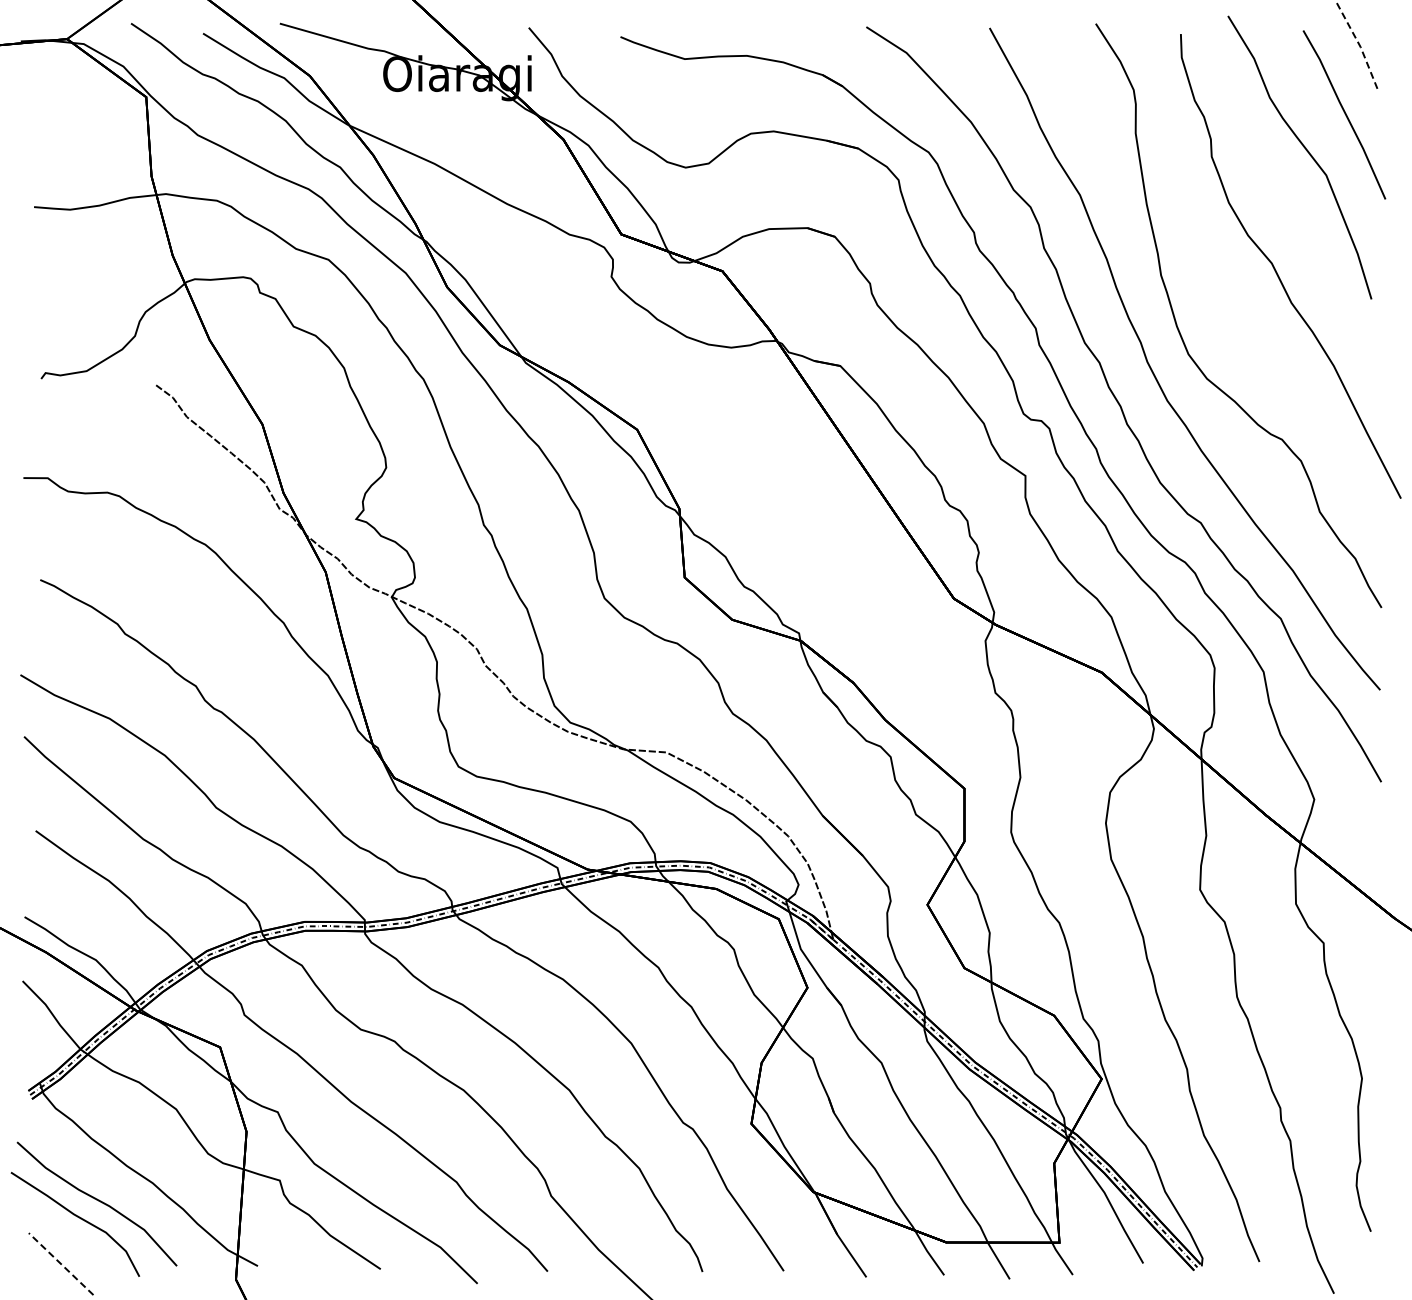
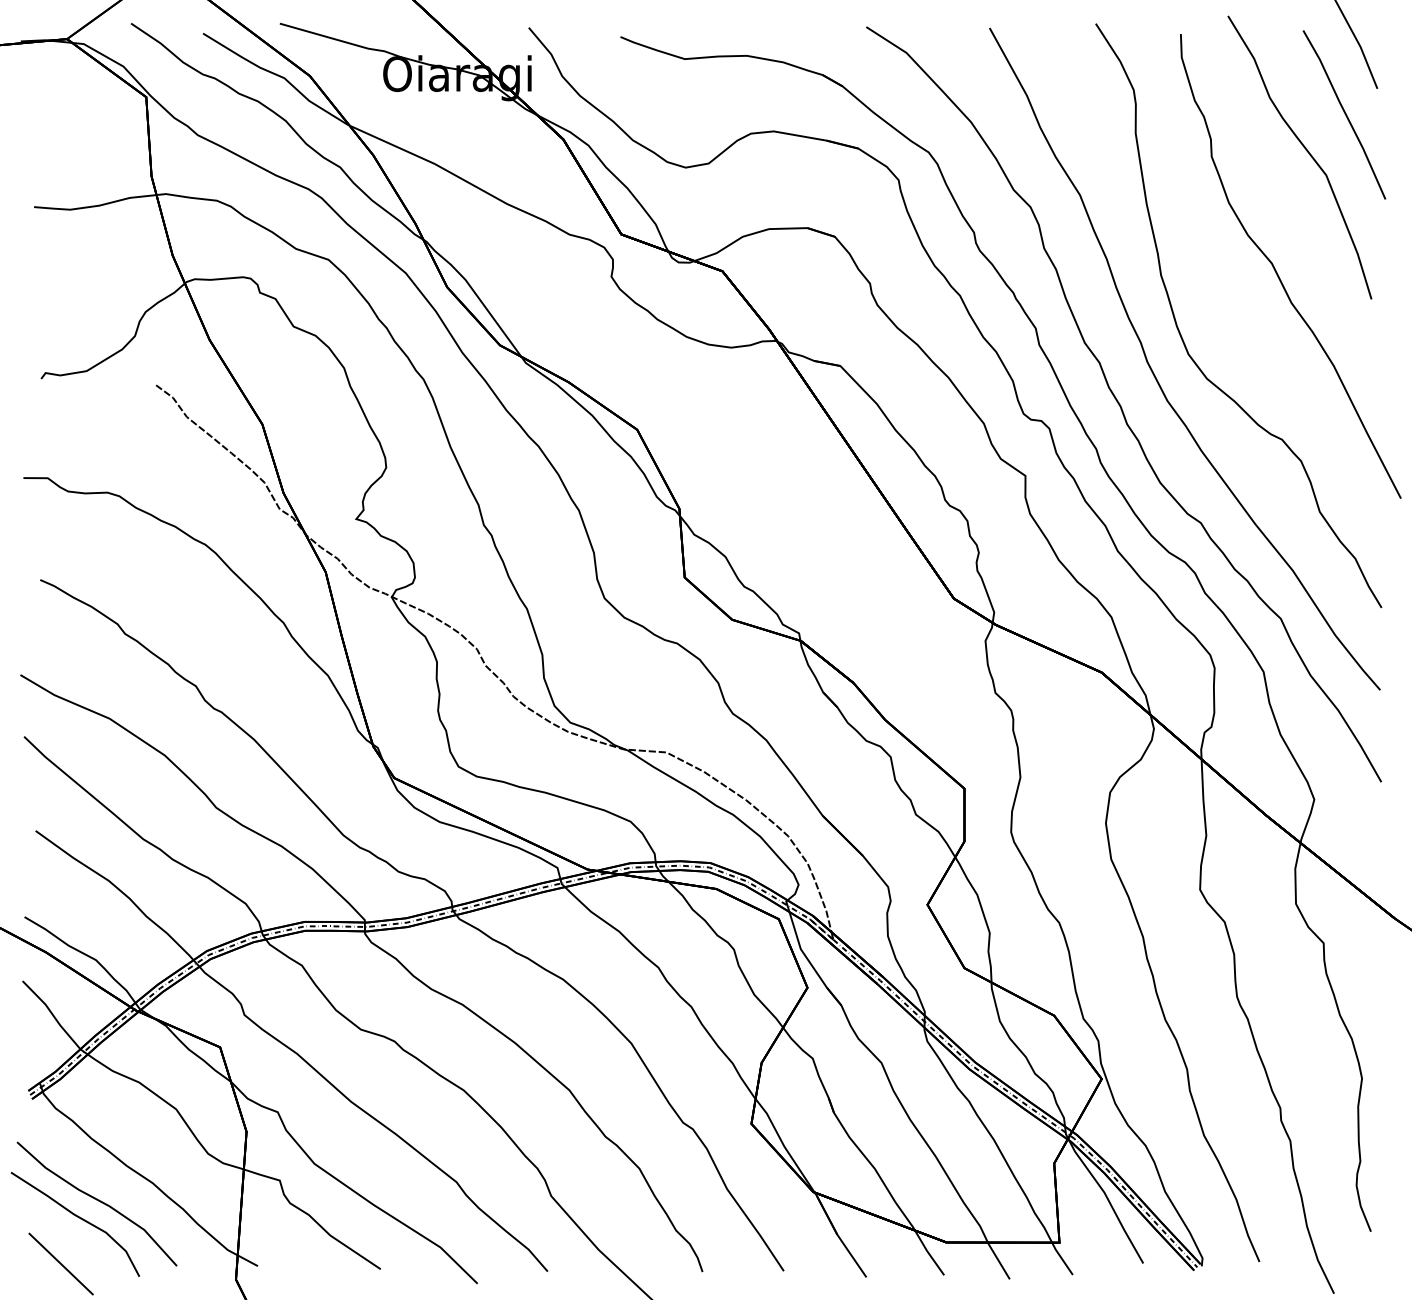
line at (1358, 43): dashed -> solid
line at (61, 1264): dashed -> solid
